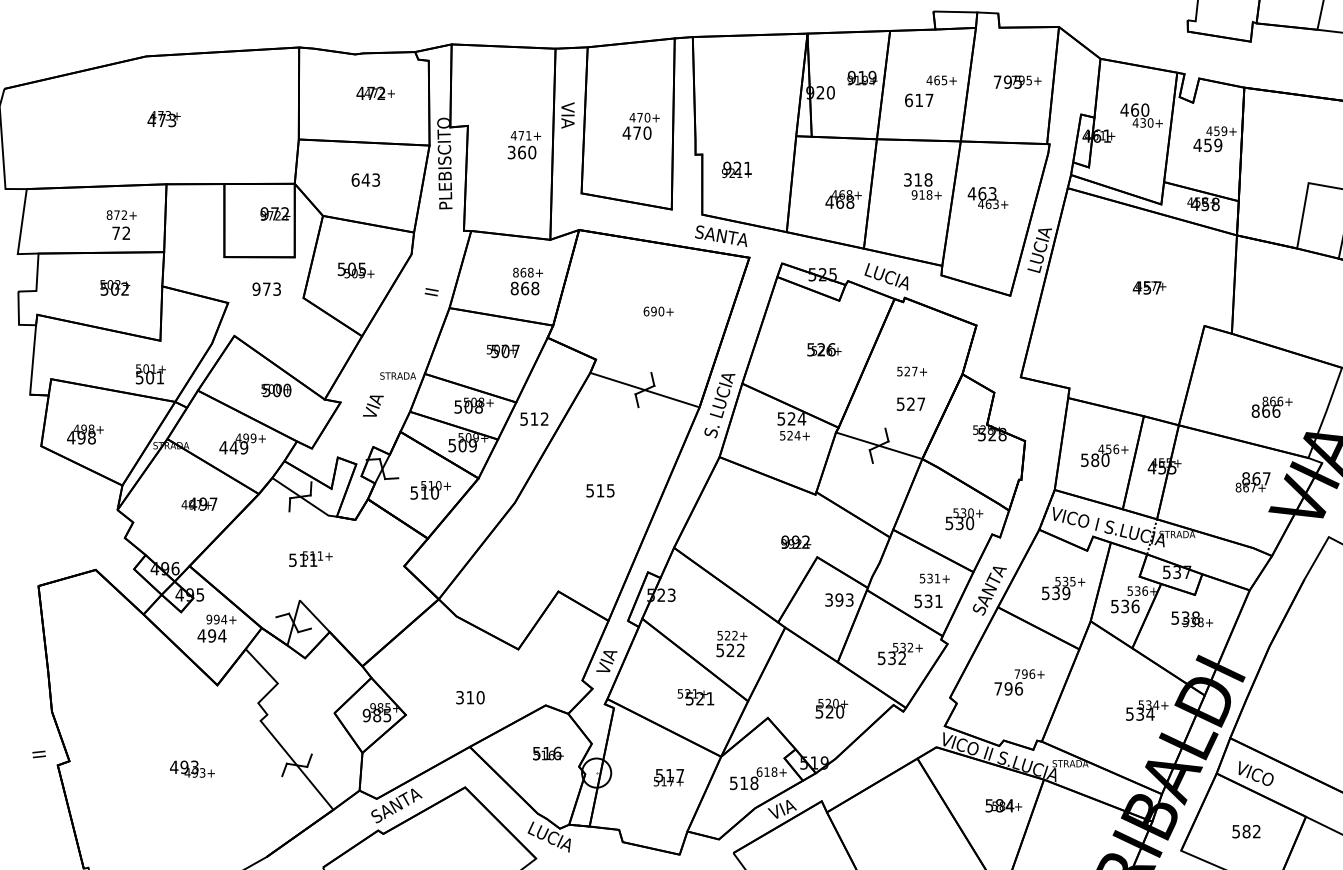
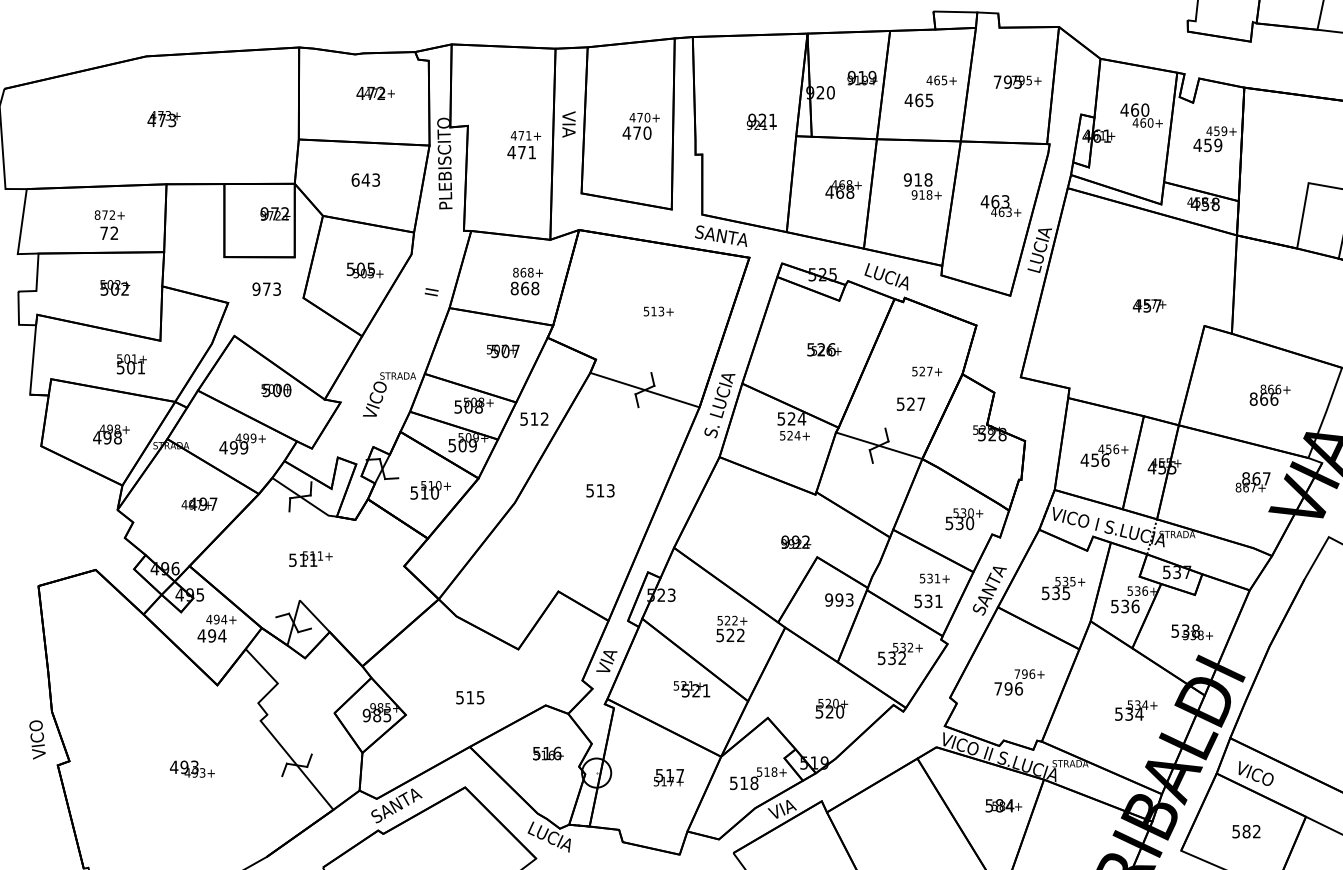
text at (918, 100): 617 -> 465
text at (567, 115) position: (567, 115) -> (568, 124)
text at (1143, 122): 430+ -> 460+
text at (521, 152): 360 -> 471
text at (736, 169) position: (736, 169) -> (761, 121)
text at (907, 179): 318 -> 918
text at (987, 197) position: (987, 197) -> (1000, 205)
text at (843, 199) position: (843, 199) -> (843, 189)
text at (121, 224) position: (121, 224) -> (109, 224)
text at (355, 270) position: (355, 270) -> (364, 270)
text at (1149, 287) position: (1149, 287) -> (1149, 305)
text at (653, 311): 690+ -> 513+
text at (912, 371) position: (912, 371) -> (927, 371)
text at (150, 374) position: (150, 374) -> (131, 364)
text at (377, 393): VIA -> VICO
text at (1271, 406) position: (1271, 406) -> (1269, 394)
text at (85, 434) position: (85, 434) -> (111, 434)
text at (233, 447): 449 -> 499
text at (1094, 459): 580 -> 456
text at (610, 490): 515 -> 513
text at (1066, 592): 539 -> 535
text at (829, 599): 393 -> 993
text at (209, 619): 994+ -> 494+
text at (1191, 619) position: (1191, 619) -> (1191, 632)
text at (731, 643) position: (731, 643) -> (731, 628)
text at (470, 697): 310 -> 515
text at (695, 697) position: (695, 697) -> (691, 689)
text at (1147, 710) position: (1147, 710) -> (1136, 710)
text at (37, 739): II -> VICO
text at (759, 771): 618+ -> 518+
